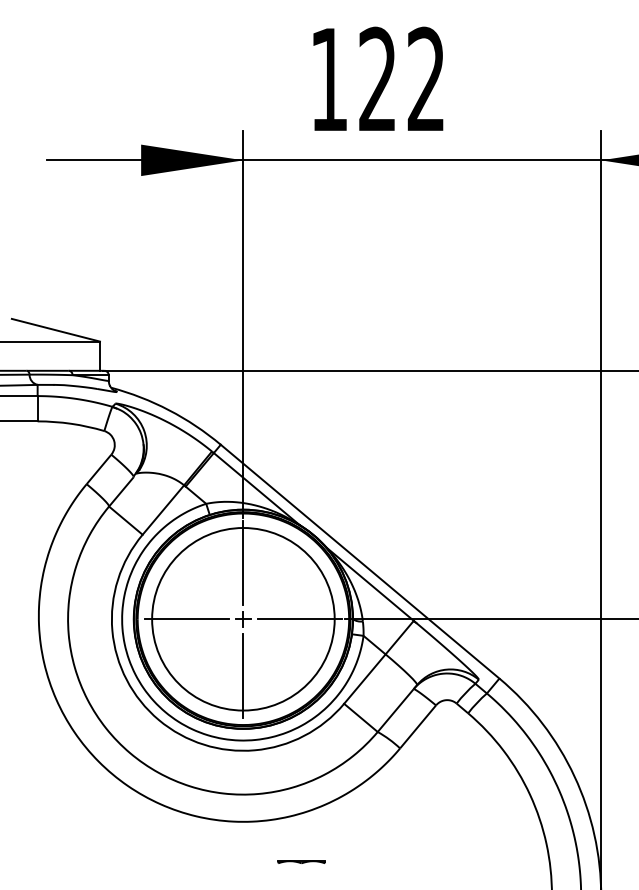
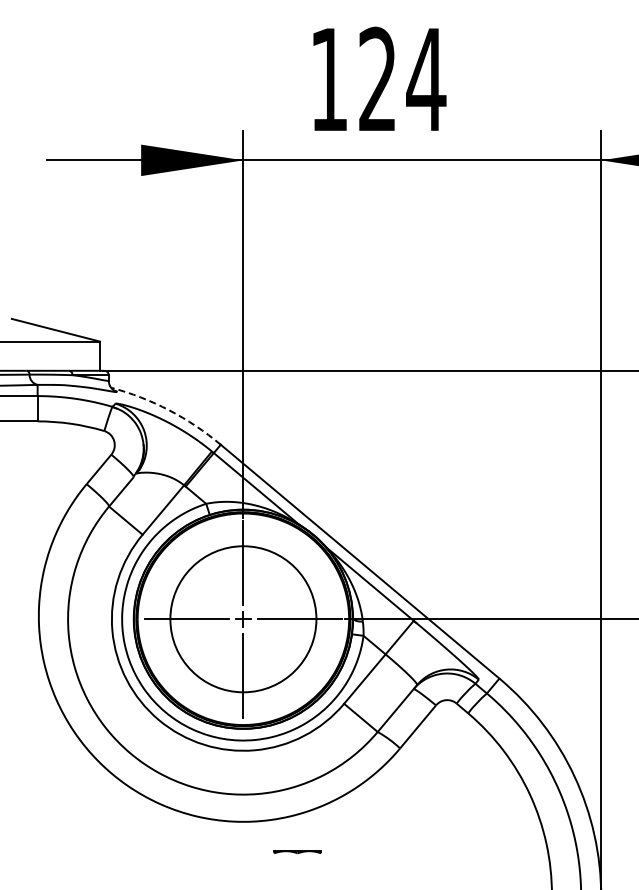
text at (426, 78): 122 -> 124
arc at (169, 410): solid -> dashed
circle at (243, 619) diameter: 183 px -> 146 px
line at (301, 861) position: (301, 861) -> (297, 851)
